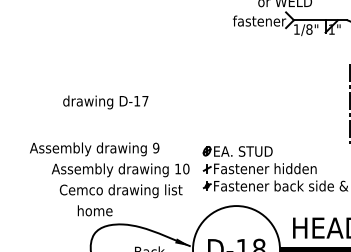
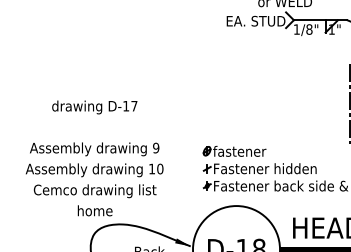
text at (256, 20): fastener -> EA. STUD
text at (105, 102) position: (105, 102) -> (94, 107)
text at (242, 150): EA. STUD -> fastener
text at (120, 180) position: (120, 180) -> (94, 180)
